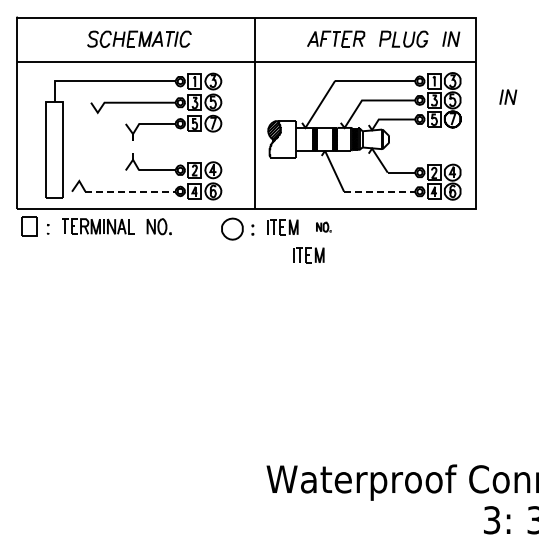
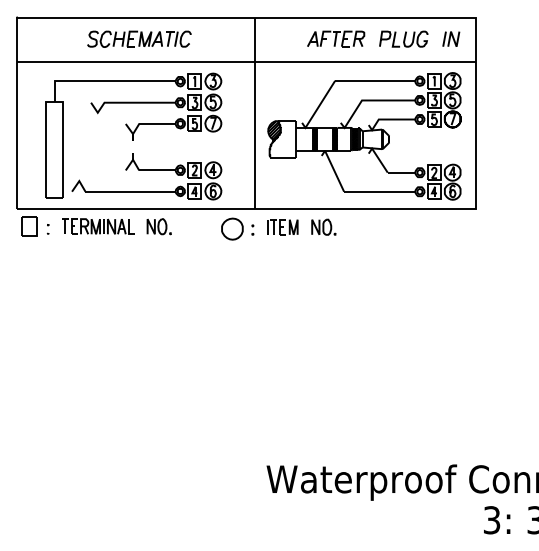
part at (508, 96): present -> none
line at (131, 191): dashed -> solid
line at (379, 191): dashed -> solid
part at (323, 226) size: 16x12 px -> 26x18 px
part at (308, 255): present -> none
